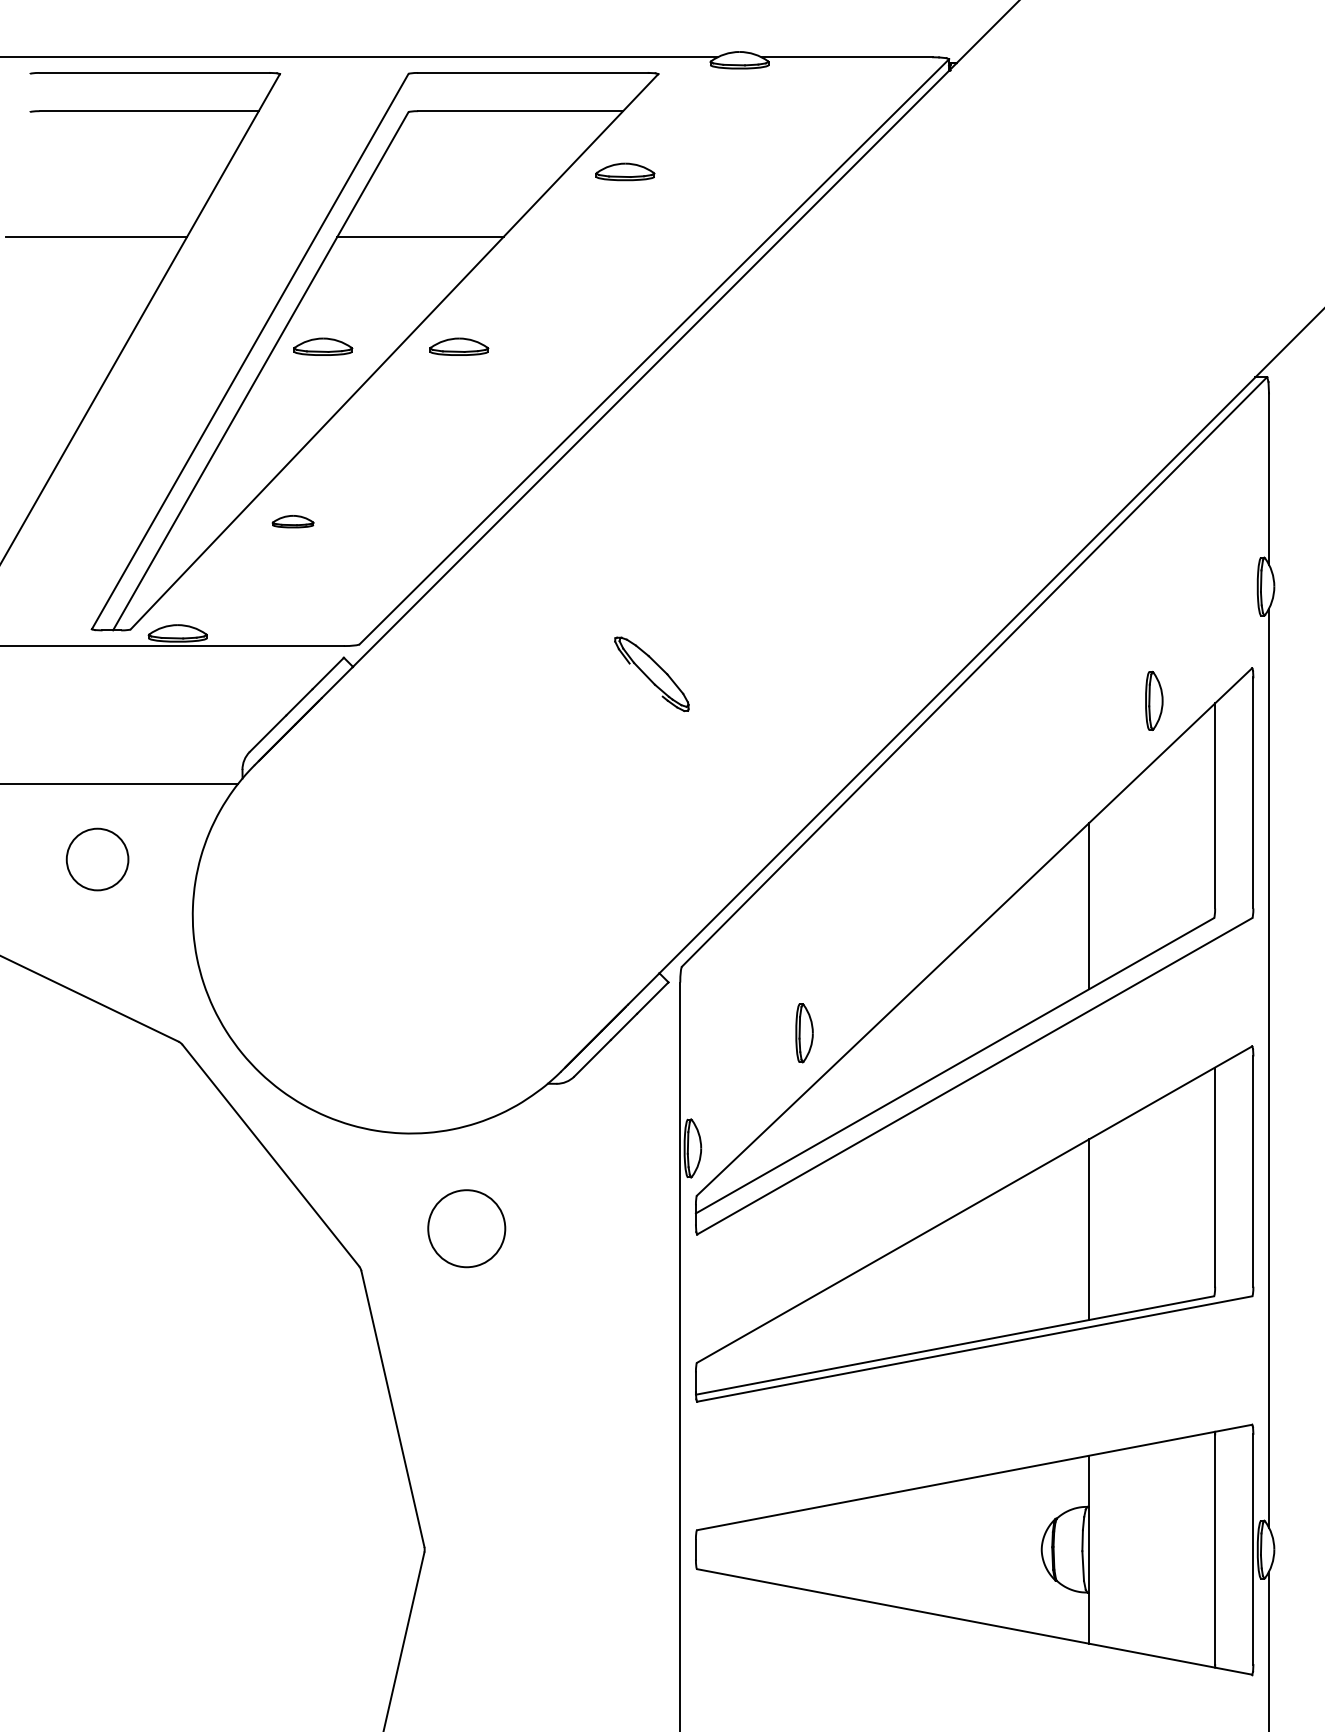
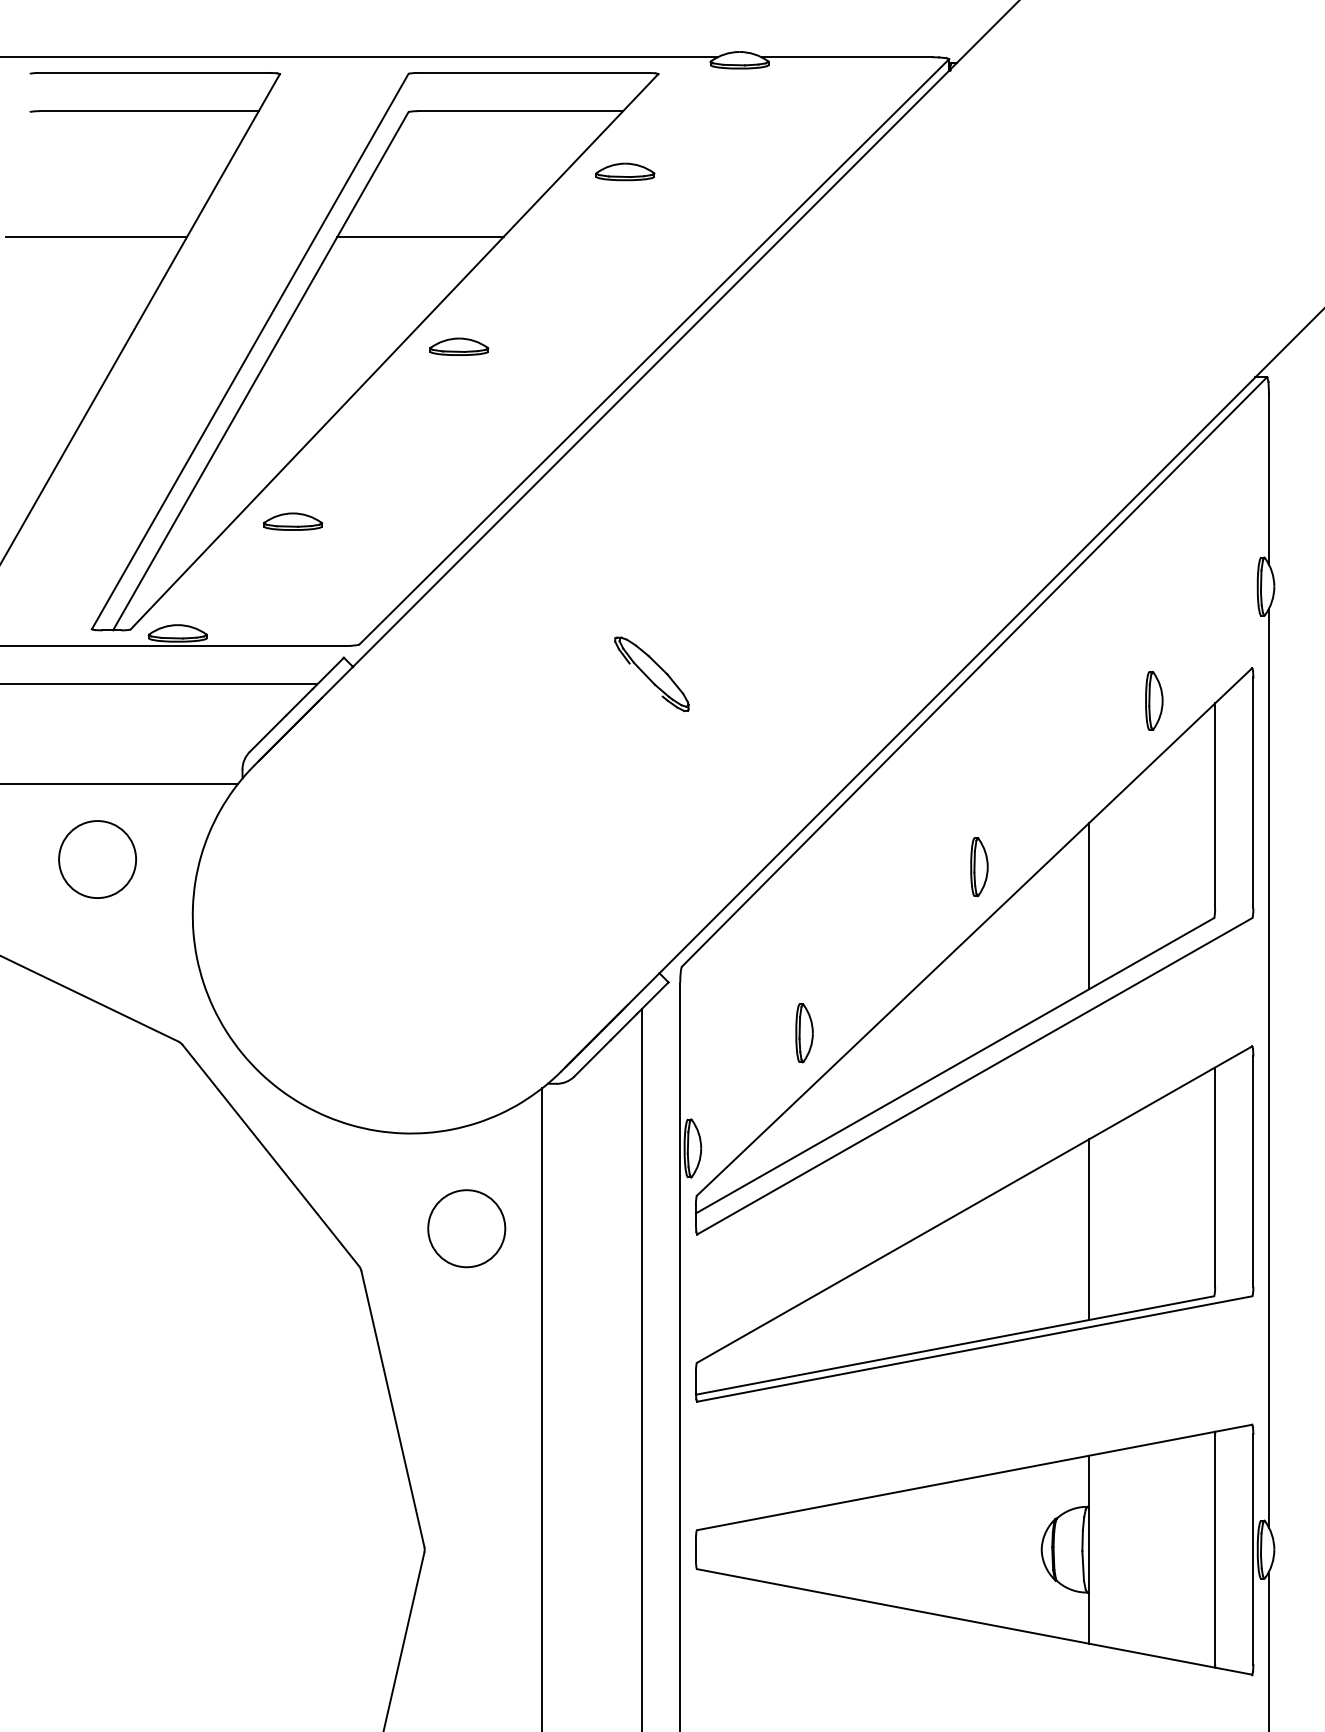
part at (323, 346): present -> none
part at (292, 521) size: 44x14 px -> 61x19 px
line at (159, 684): none -> present
circle at (97, 859) diameter: 62 px -> 77 px
part at (979, 867): none -> present
line at (642, 1368): none -> present
line at (542, 1408): none -> present
